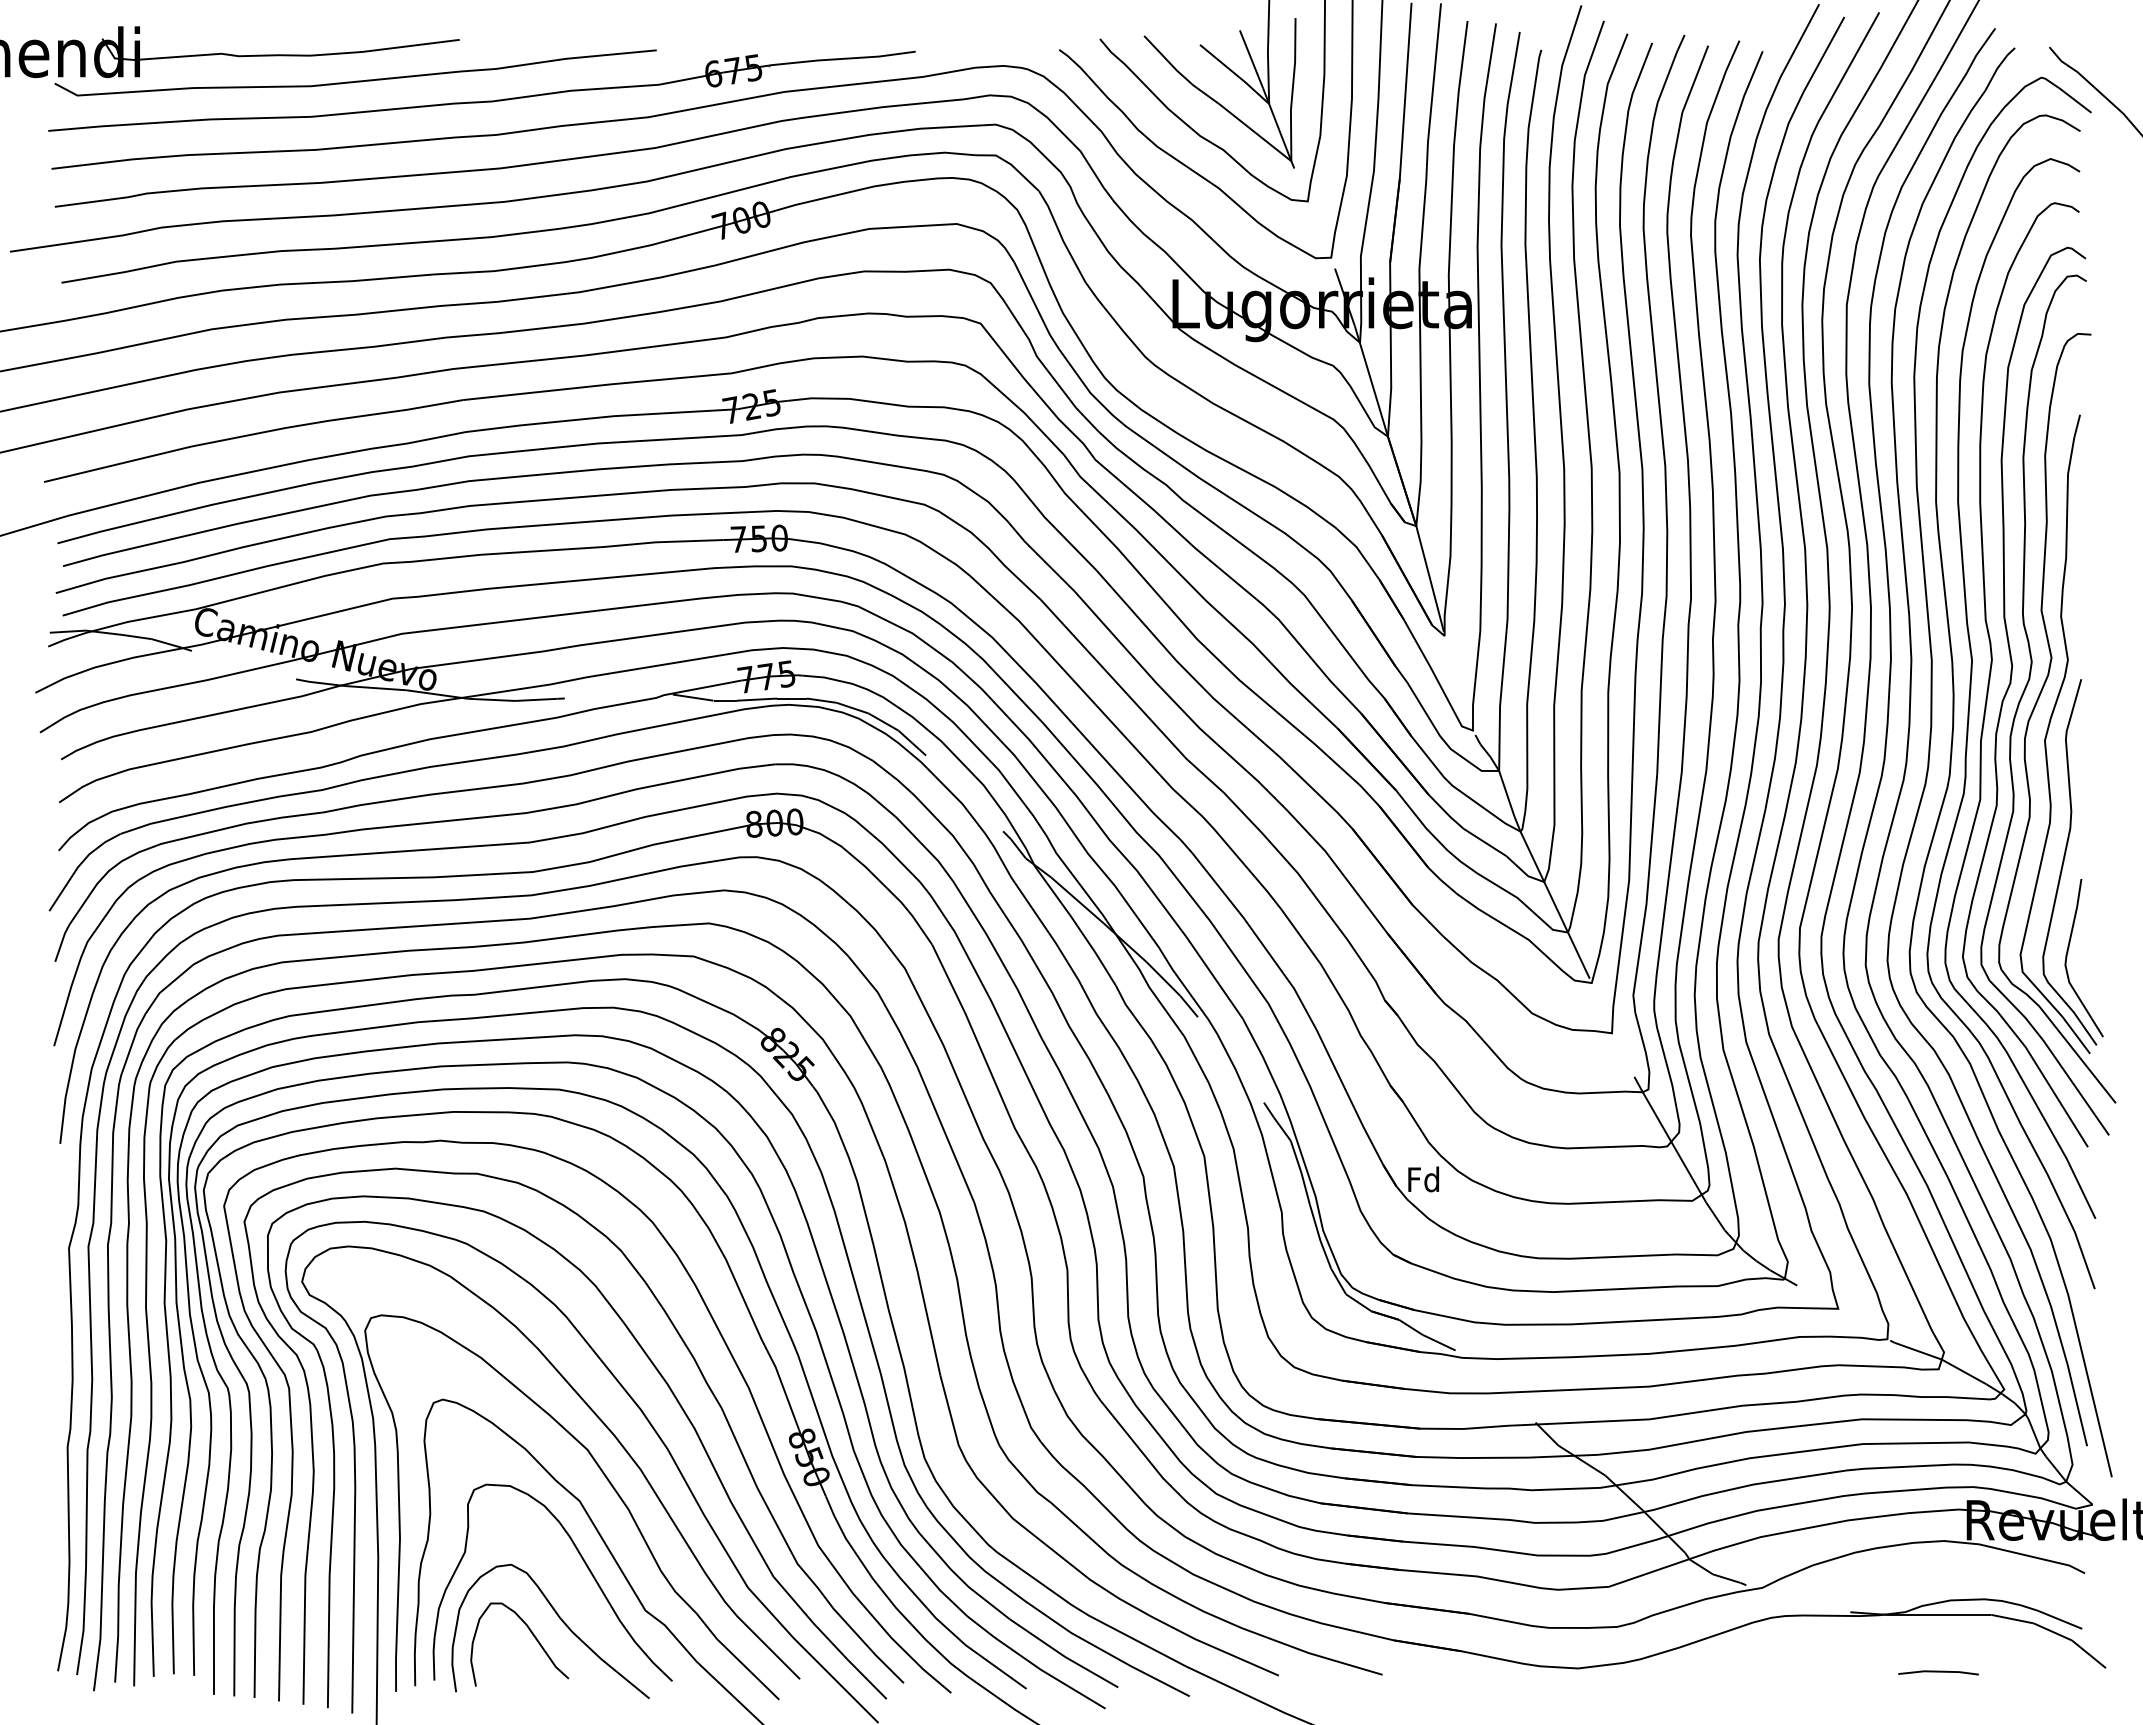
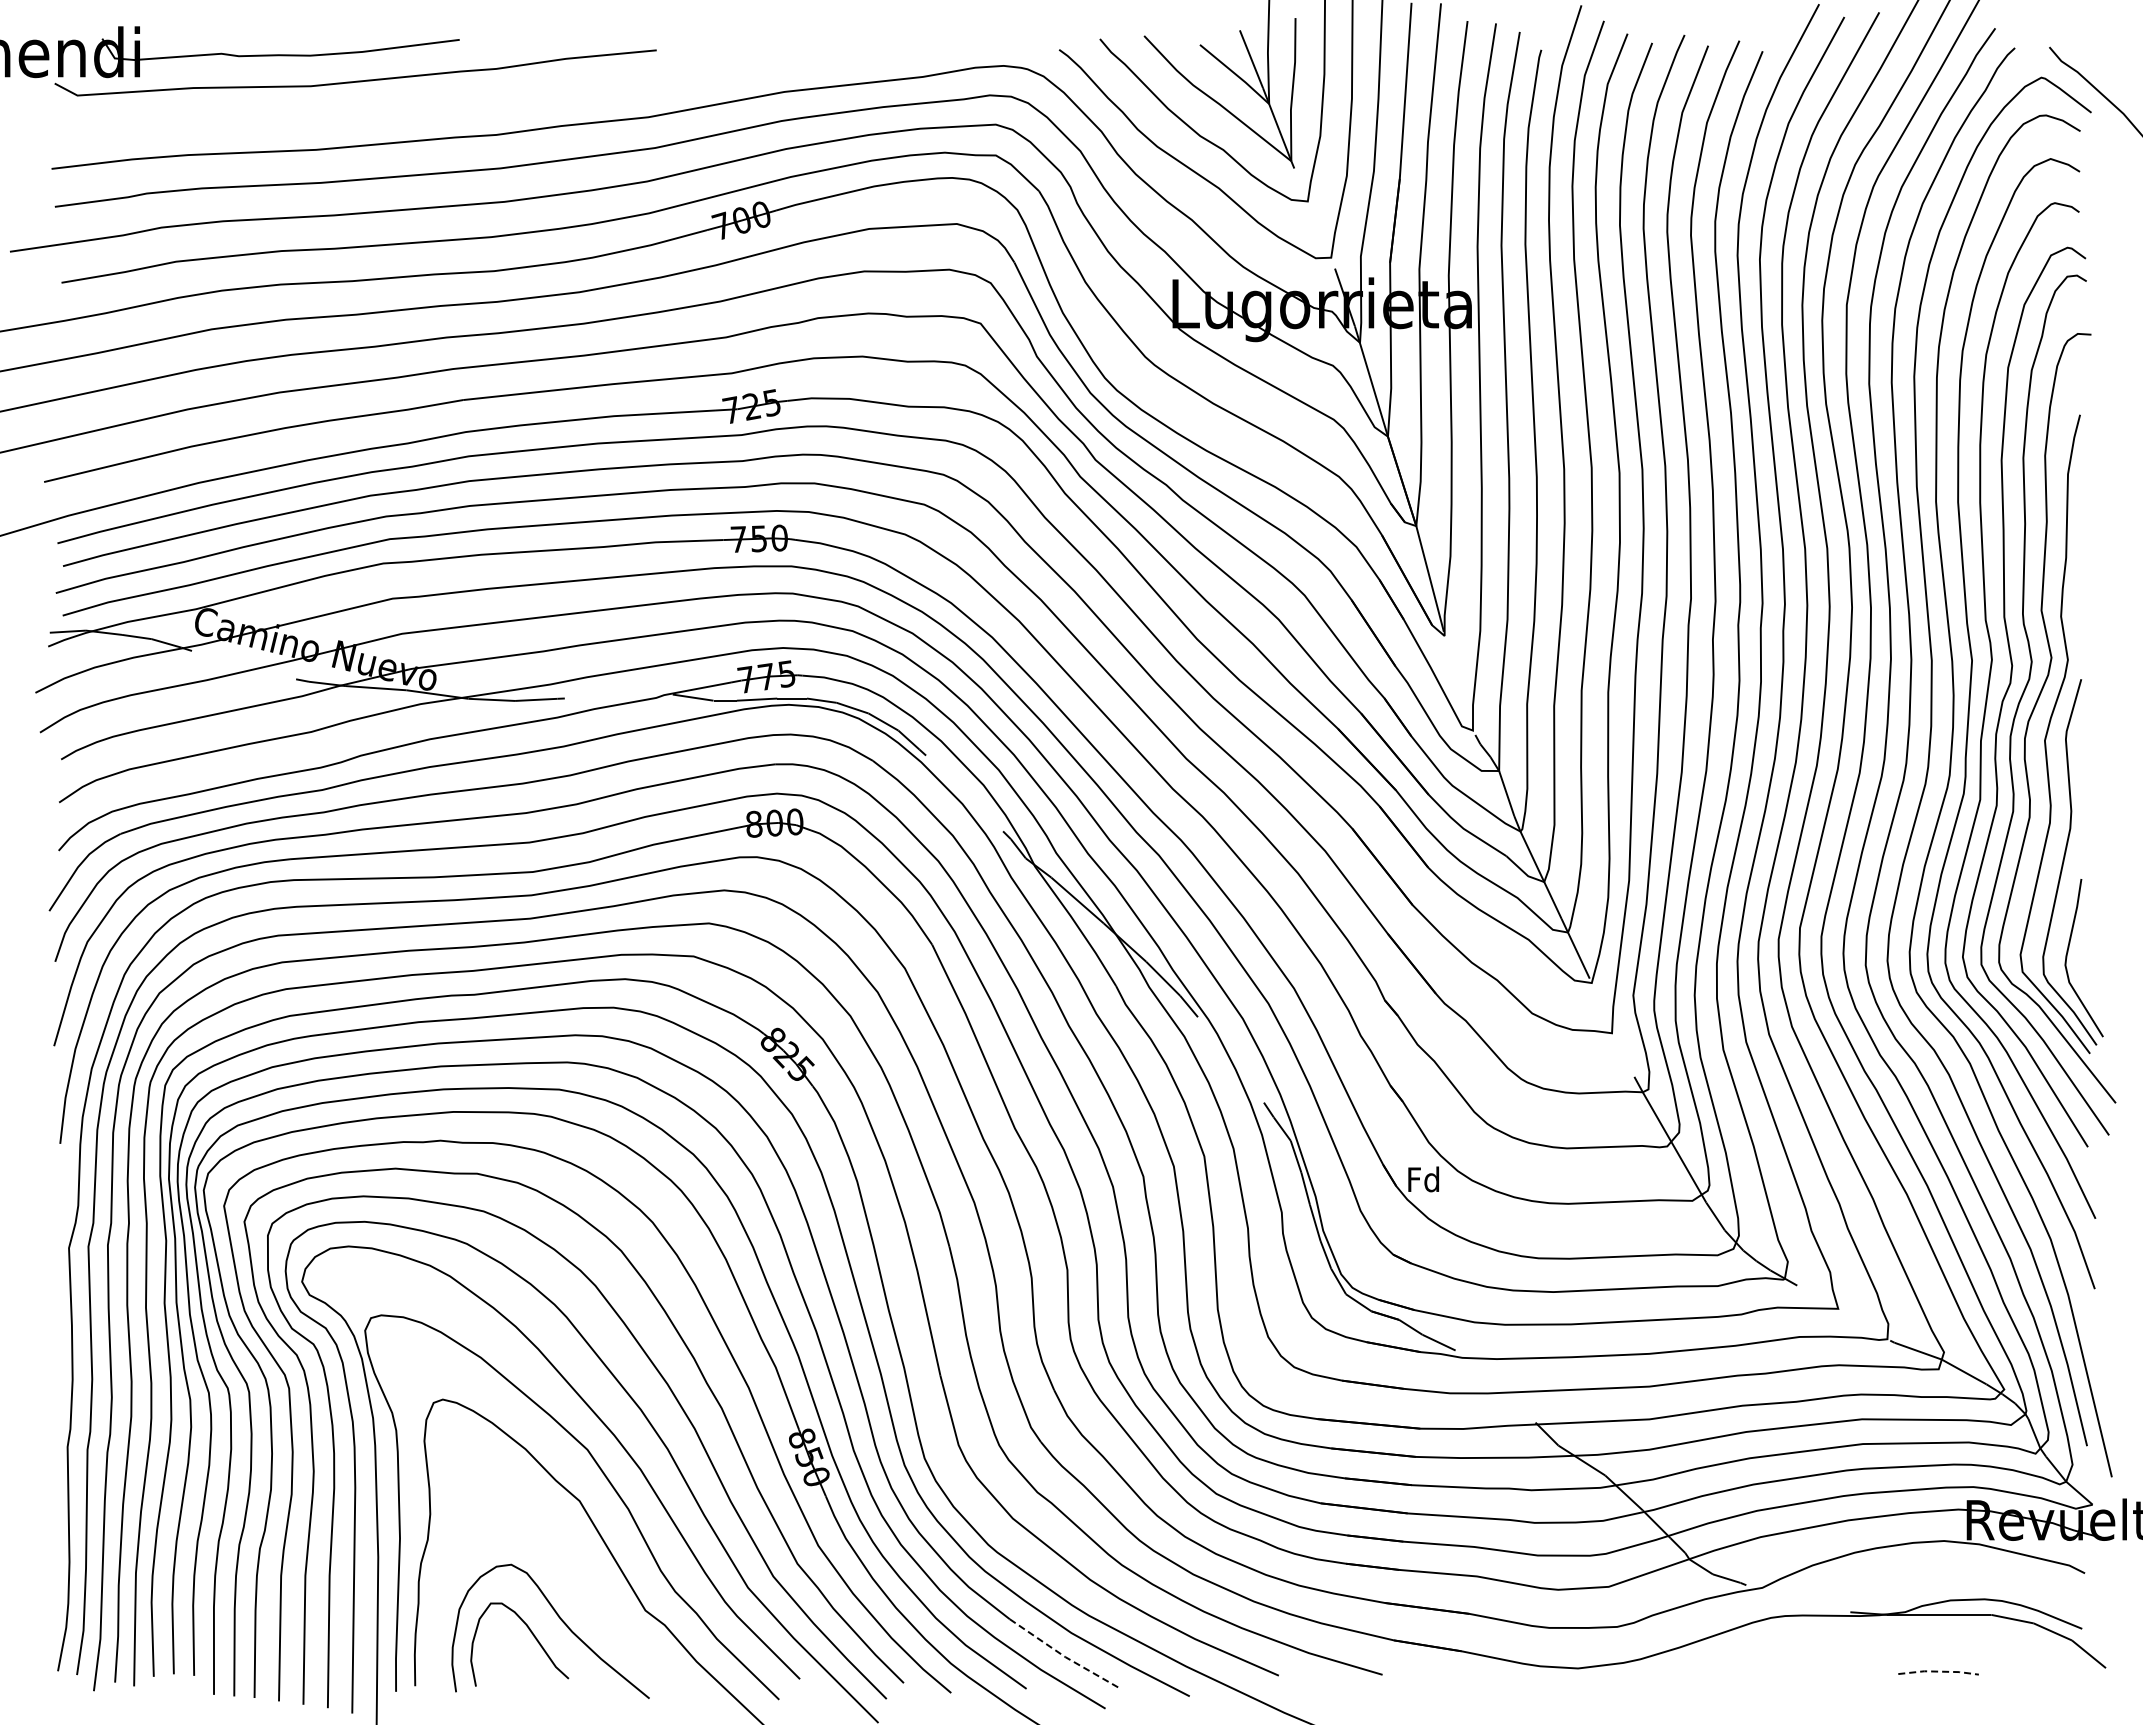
part at (481, 101): present -> none
curve at (585, 1565): present -> none
line at (1062, 1655): solid -> dashed
line at (1938, 1671): solid -> dashed
